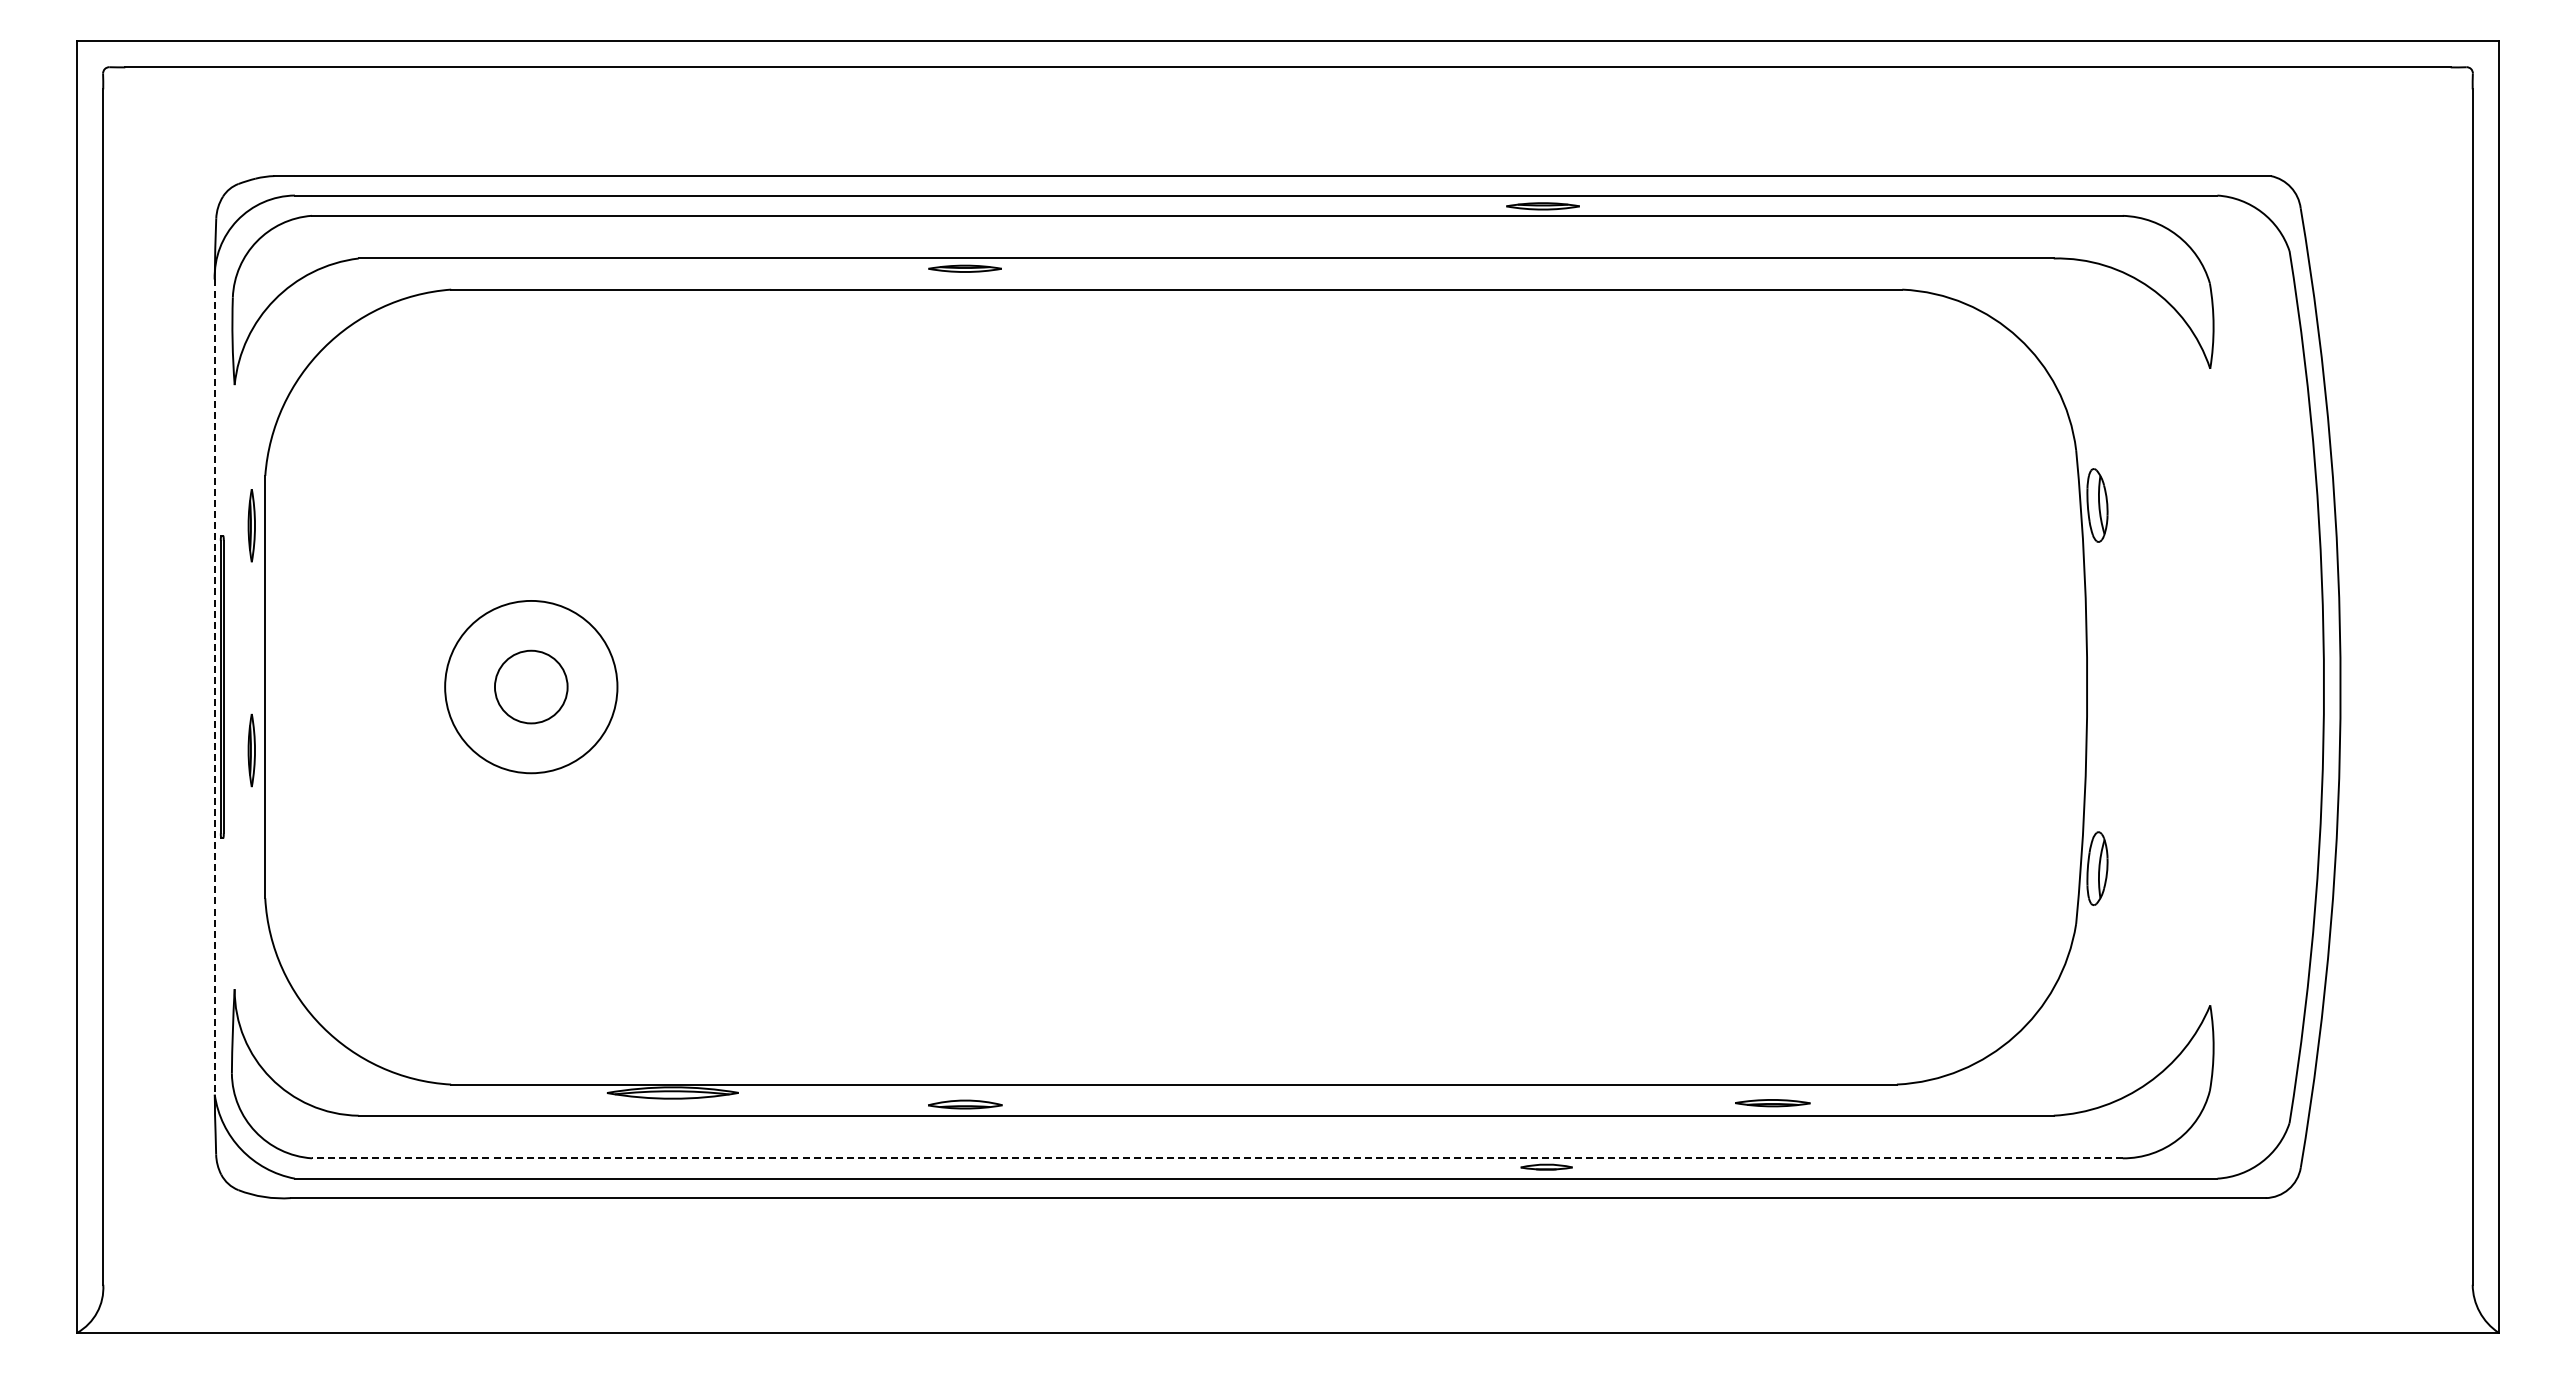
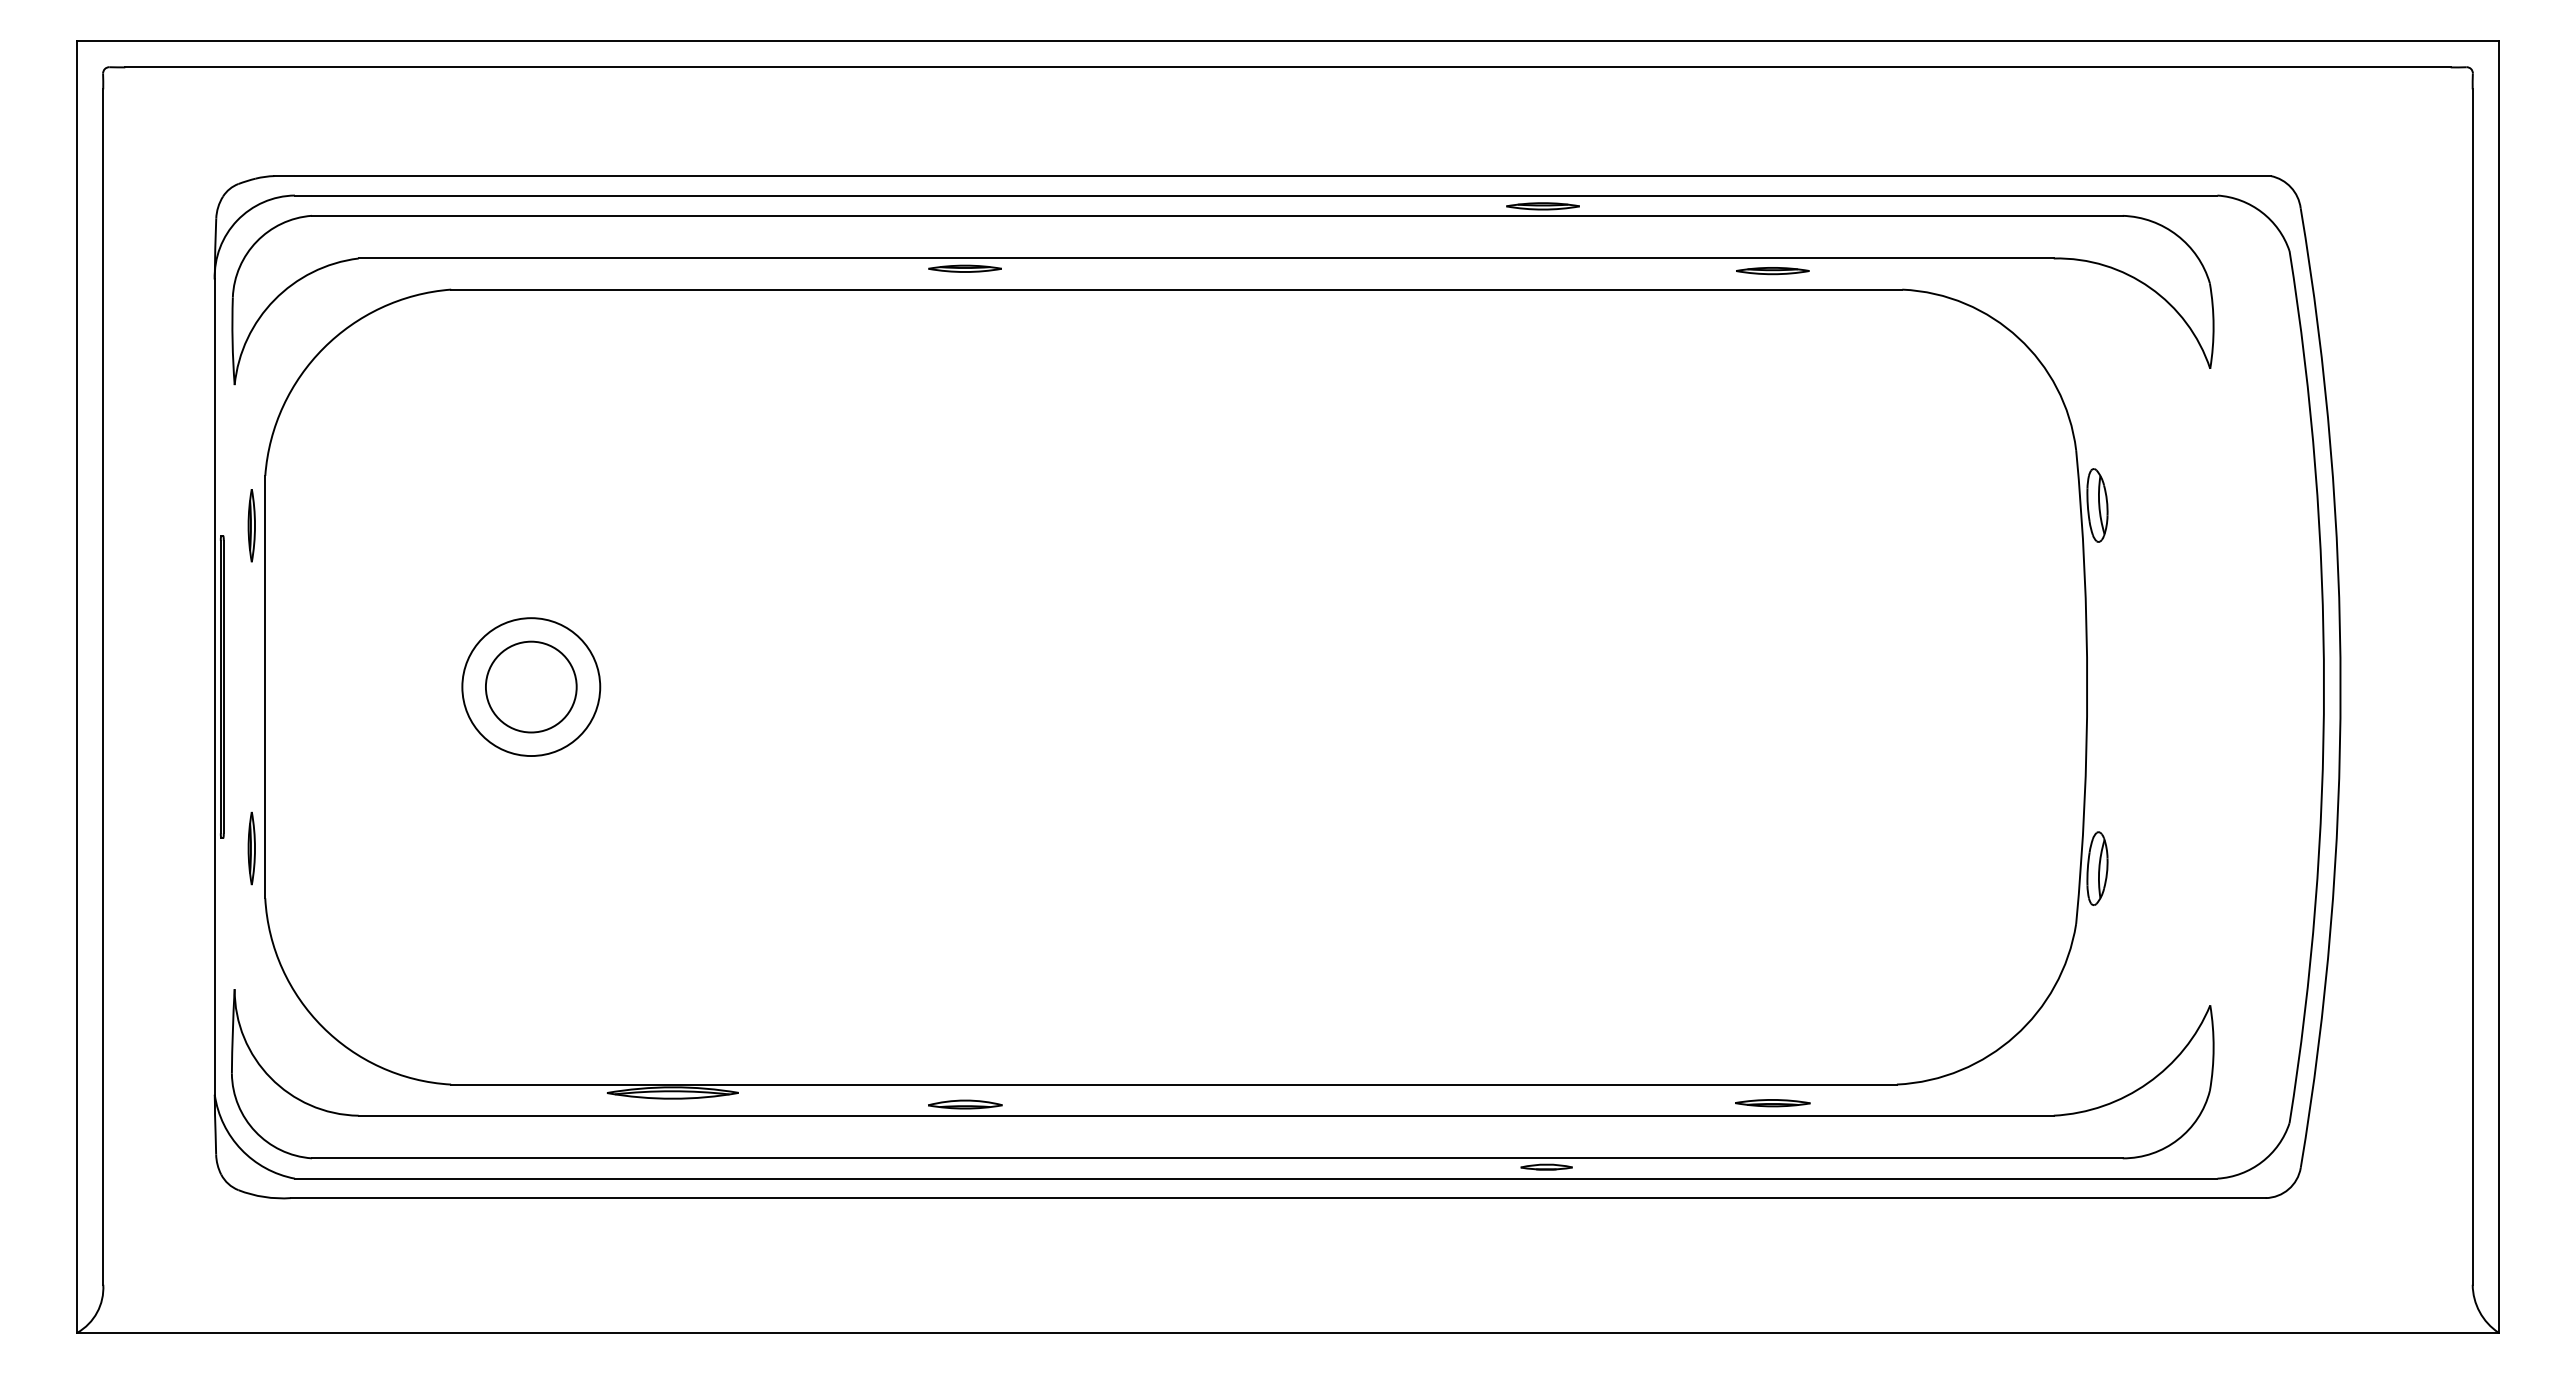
part at (1772, 271): none -> present
circle at (530, 686) diameter: 73 px -> 91 px
circle at (531, 686) diameter: 172 px -> 138 px
line at (214, 687): dashed -> solid
part at (251, 750) position: (251, 750) -> (251, 848)
line at (1216, 1158): dashed -> solid
